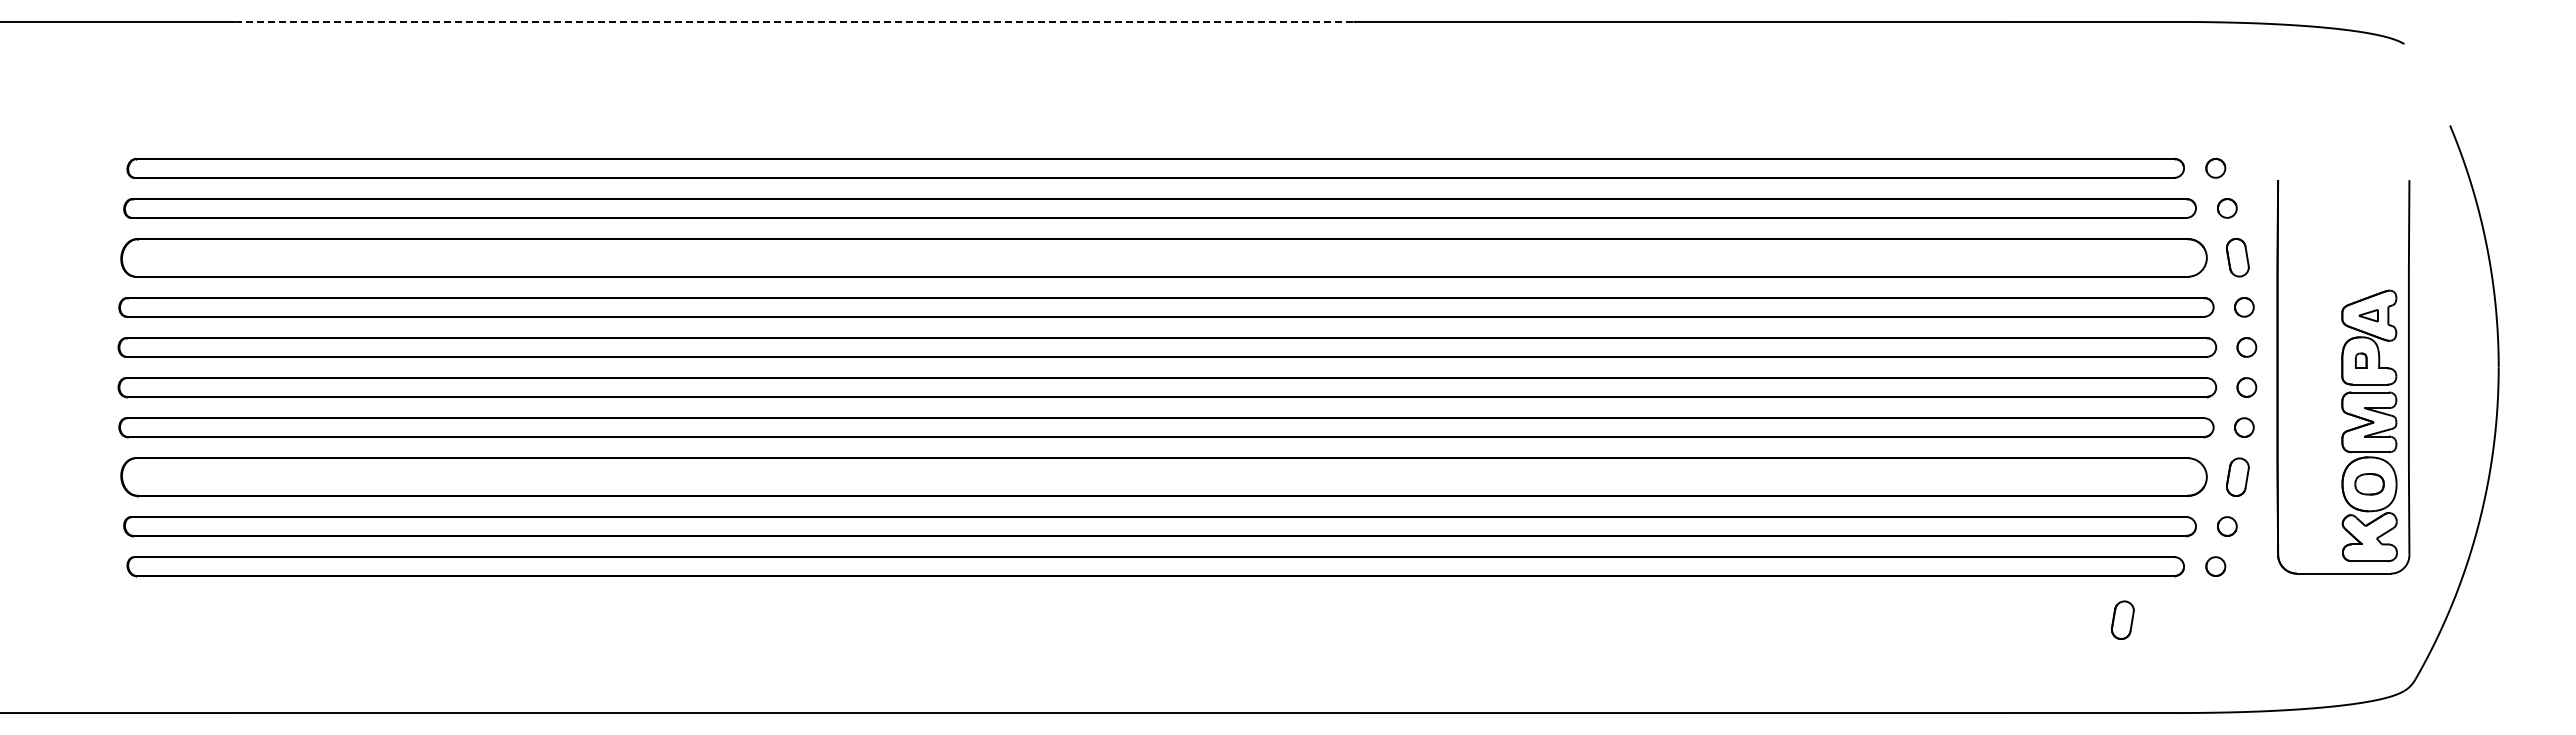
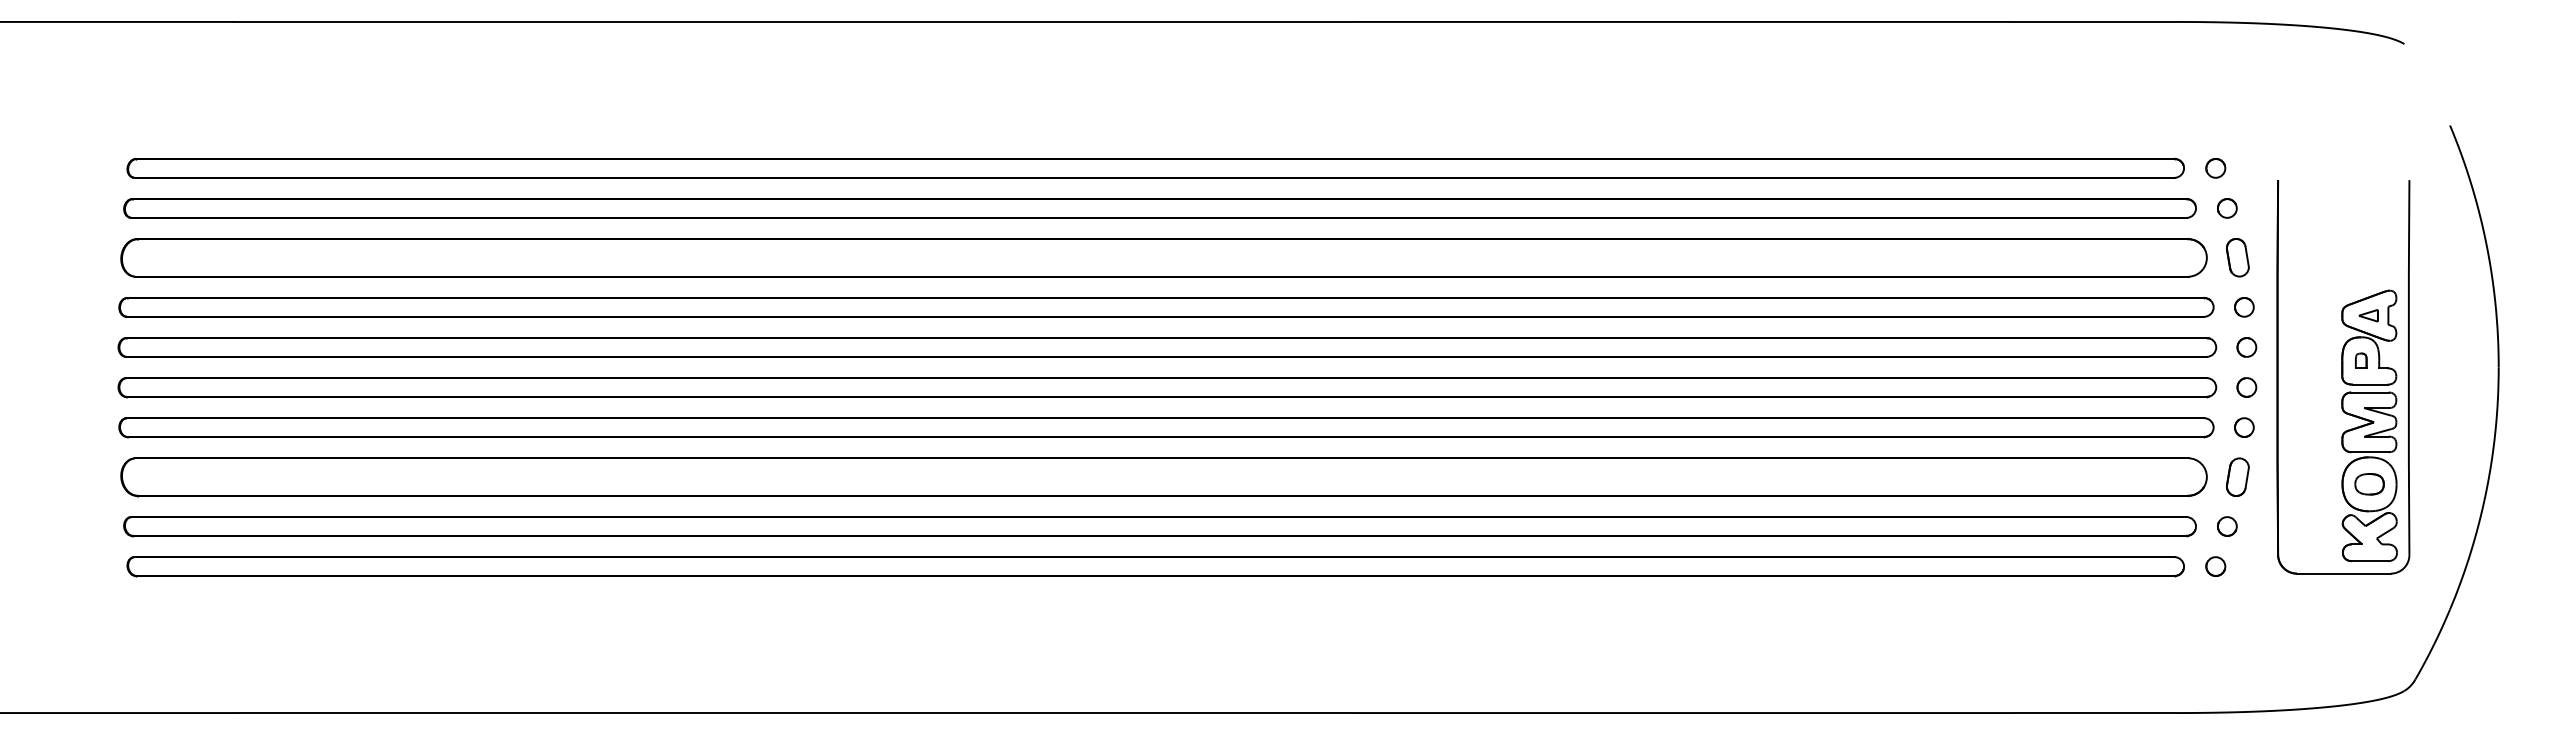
line at (794, 21): dashed -> solid
part at (2122, 619): present -> none
